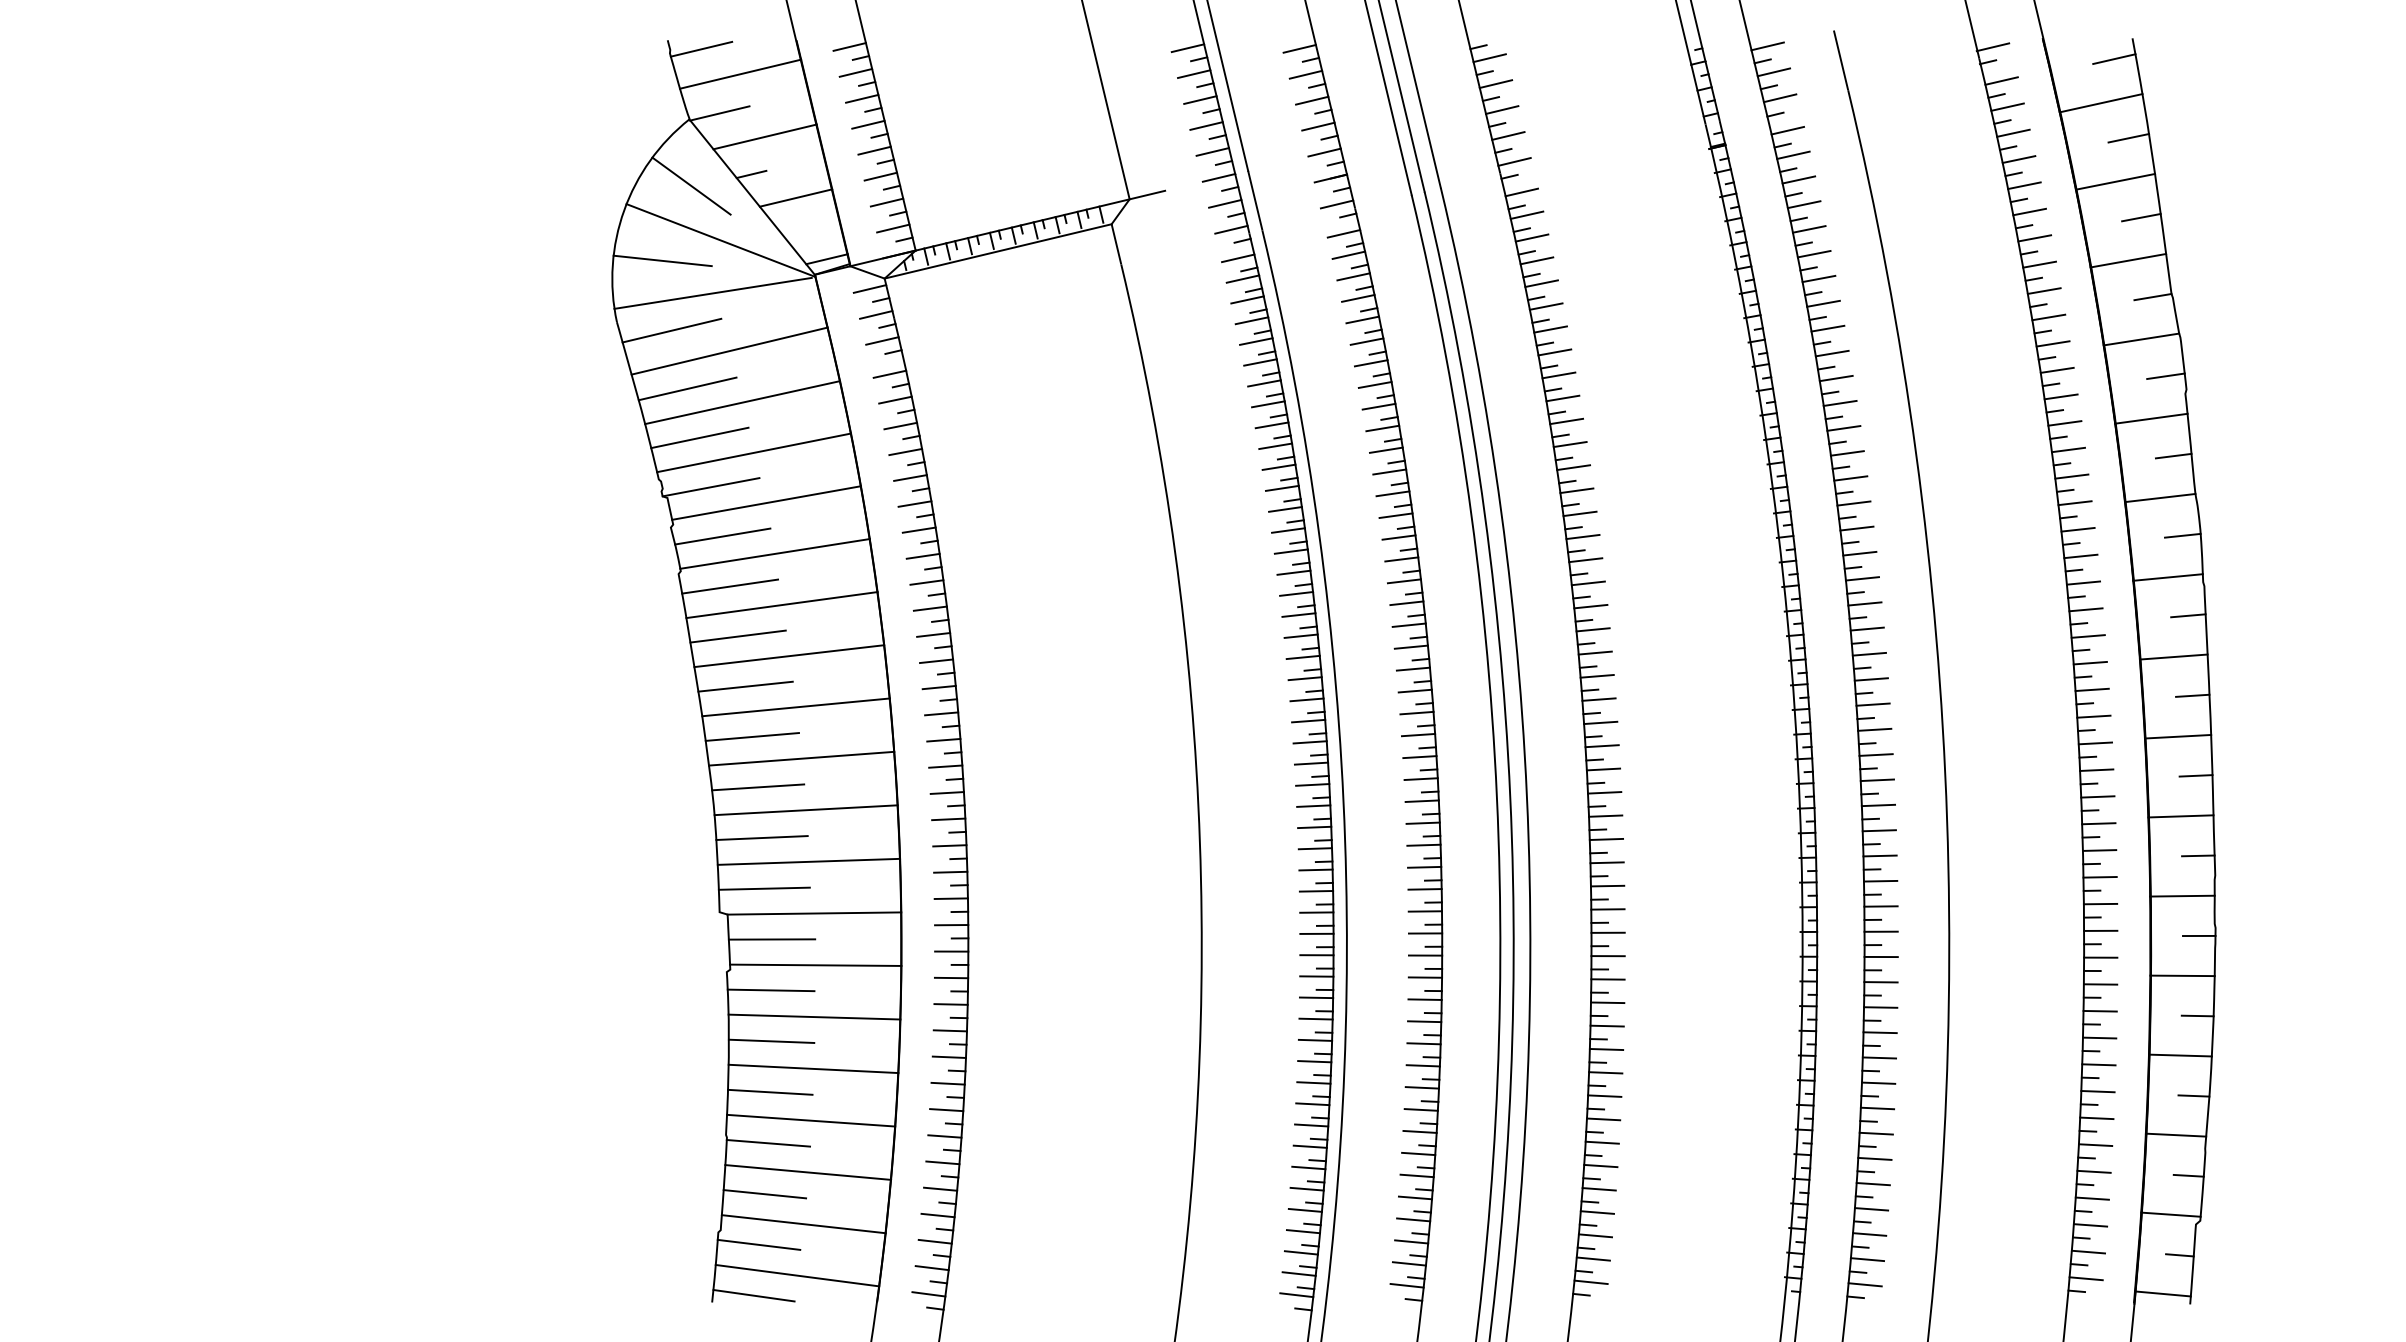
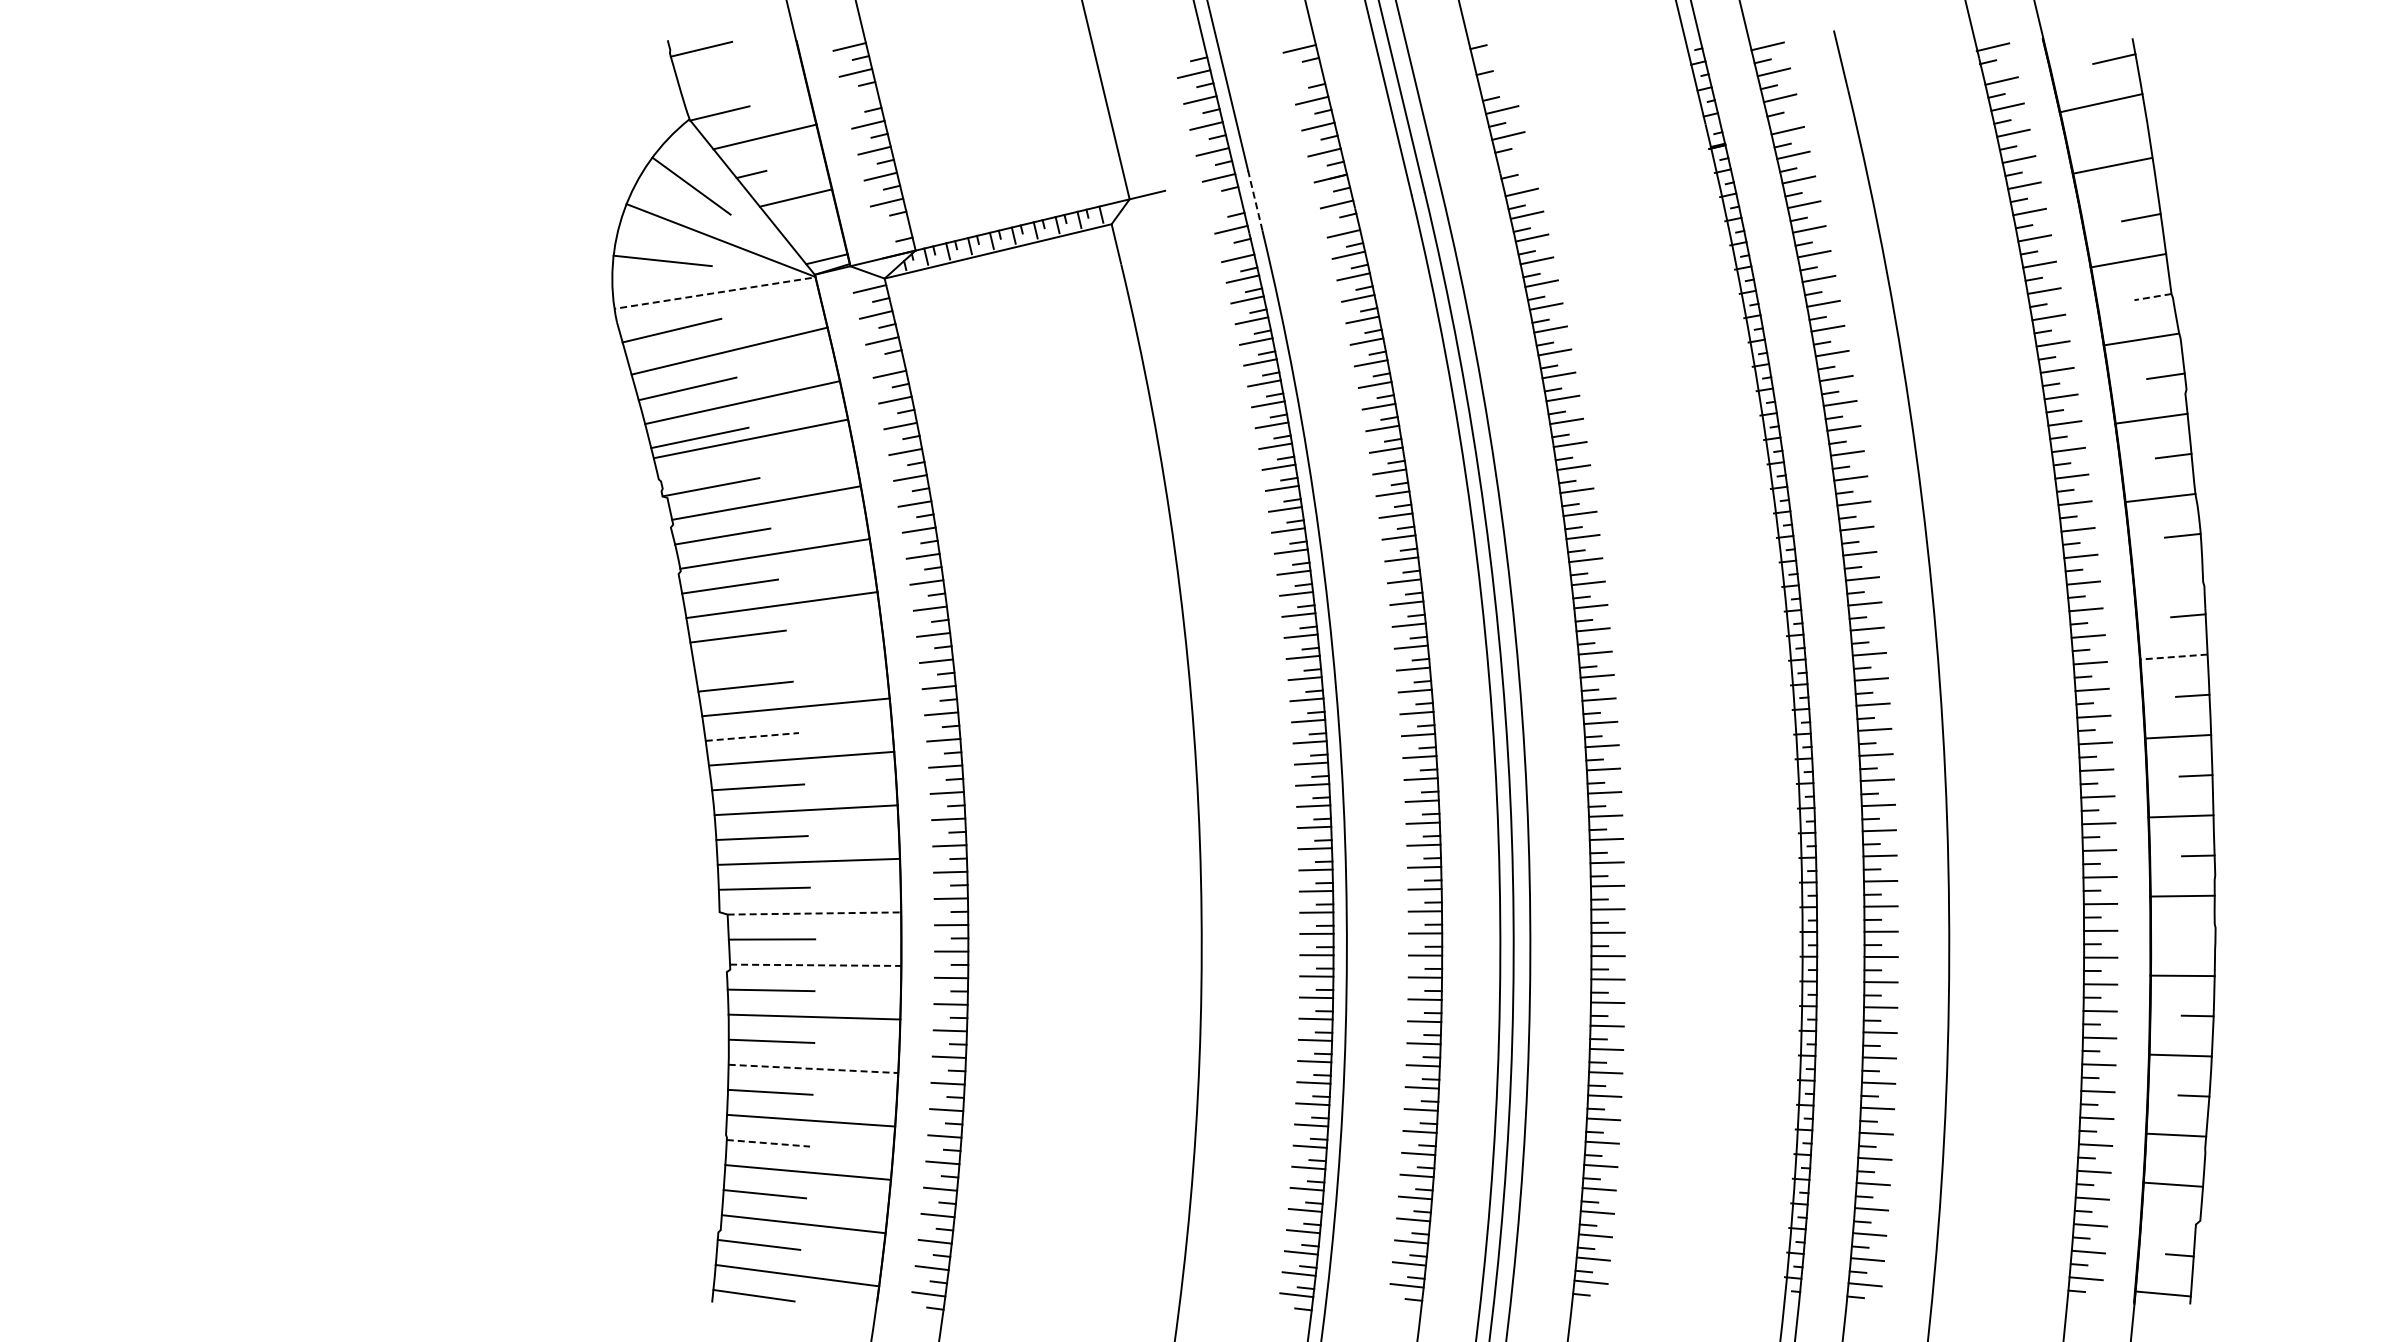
line at (1187, 48): present -> none
line at (1489, 58): present -> none
line at (740, 73): present -> none
line at (1305, 74): present -> none
line at (1495, 84): present -> none
line at (862, 98): present -> none
line at (2128, 138): present -> none
line at (1514, 161): present -> none
line at (2115, 181) position: (2115, 181) -> (2112, 165)
line at (1255, 200): solid -> dashed
line at (1225, 203): present -> none
line at (893, 228): present -> none
line at (713, 293): solid -> dashed
line at (2152, 297): solid -> dashed
line at (754, 452) position: (754, 452) -> (751, 438)
line at (2167, 577): present -> none
line at (789, 656): present -> none
line at (2173, 657): solid -> dashed
line at (752, 736): solid -> dashed
line at (814, 913): solid -> dashed
line at (2198, 935): present -> none
line at (815, 965): solid -> dashed
line at (813, 1068): solid -> dashed
line at (768, 1143): solid -> dashed
line at (2188, 1175): present -> none
line at (2170, 1214) position: (2170, 1214) -> (2172, 1184)
